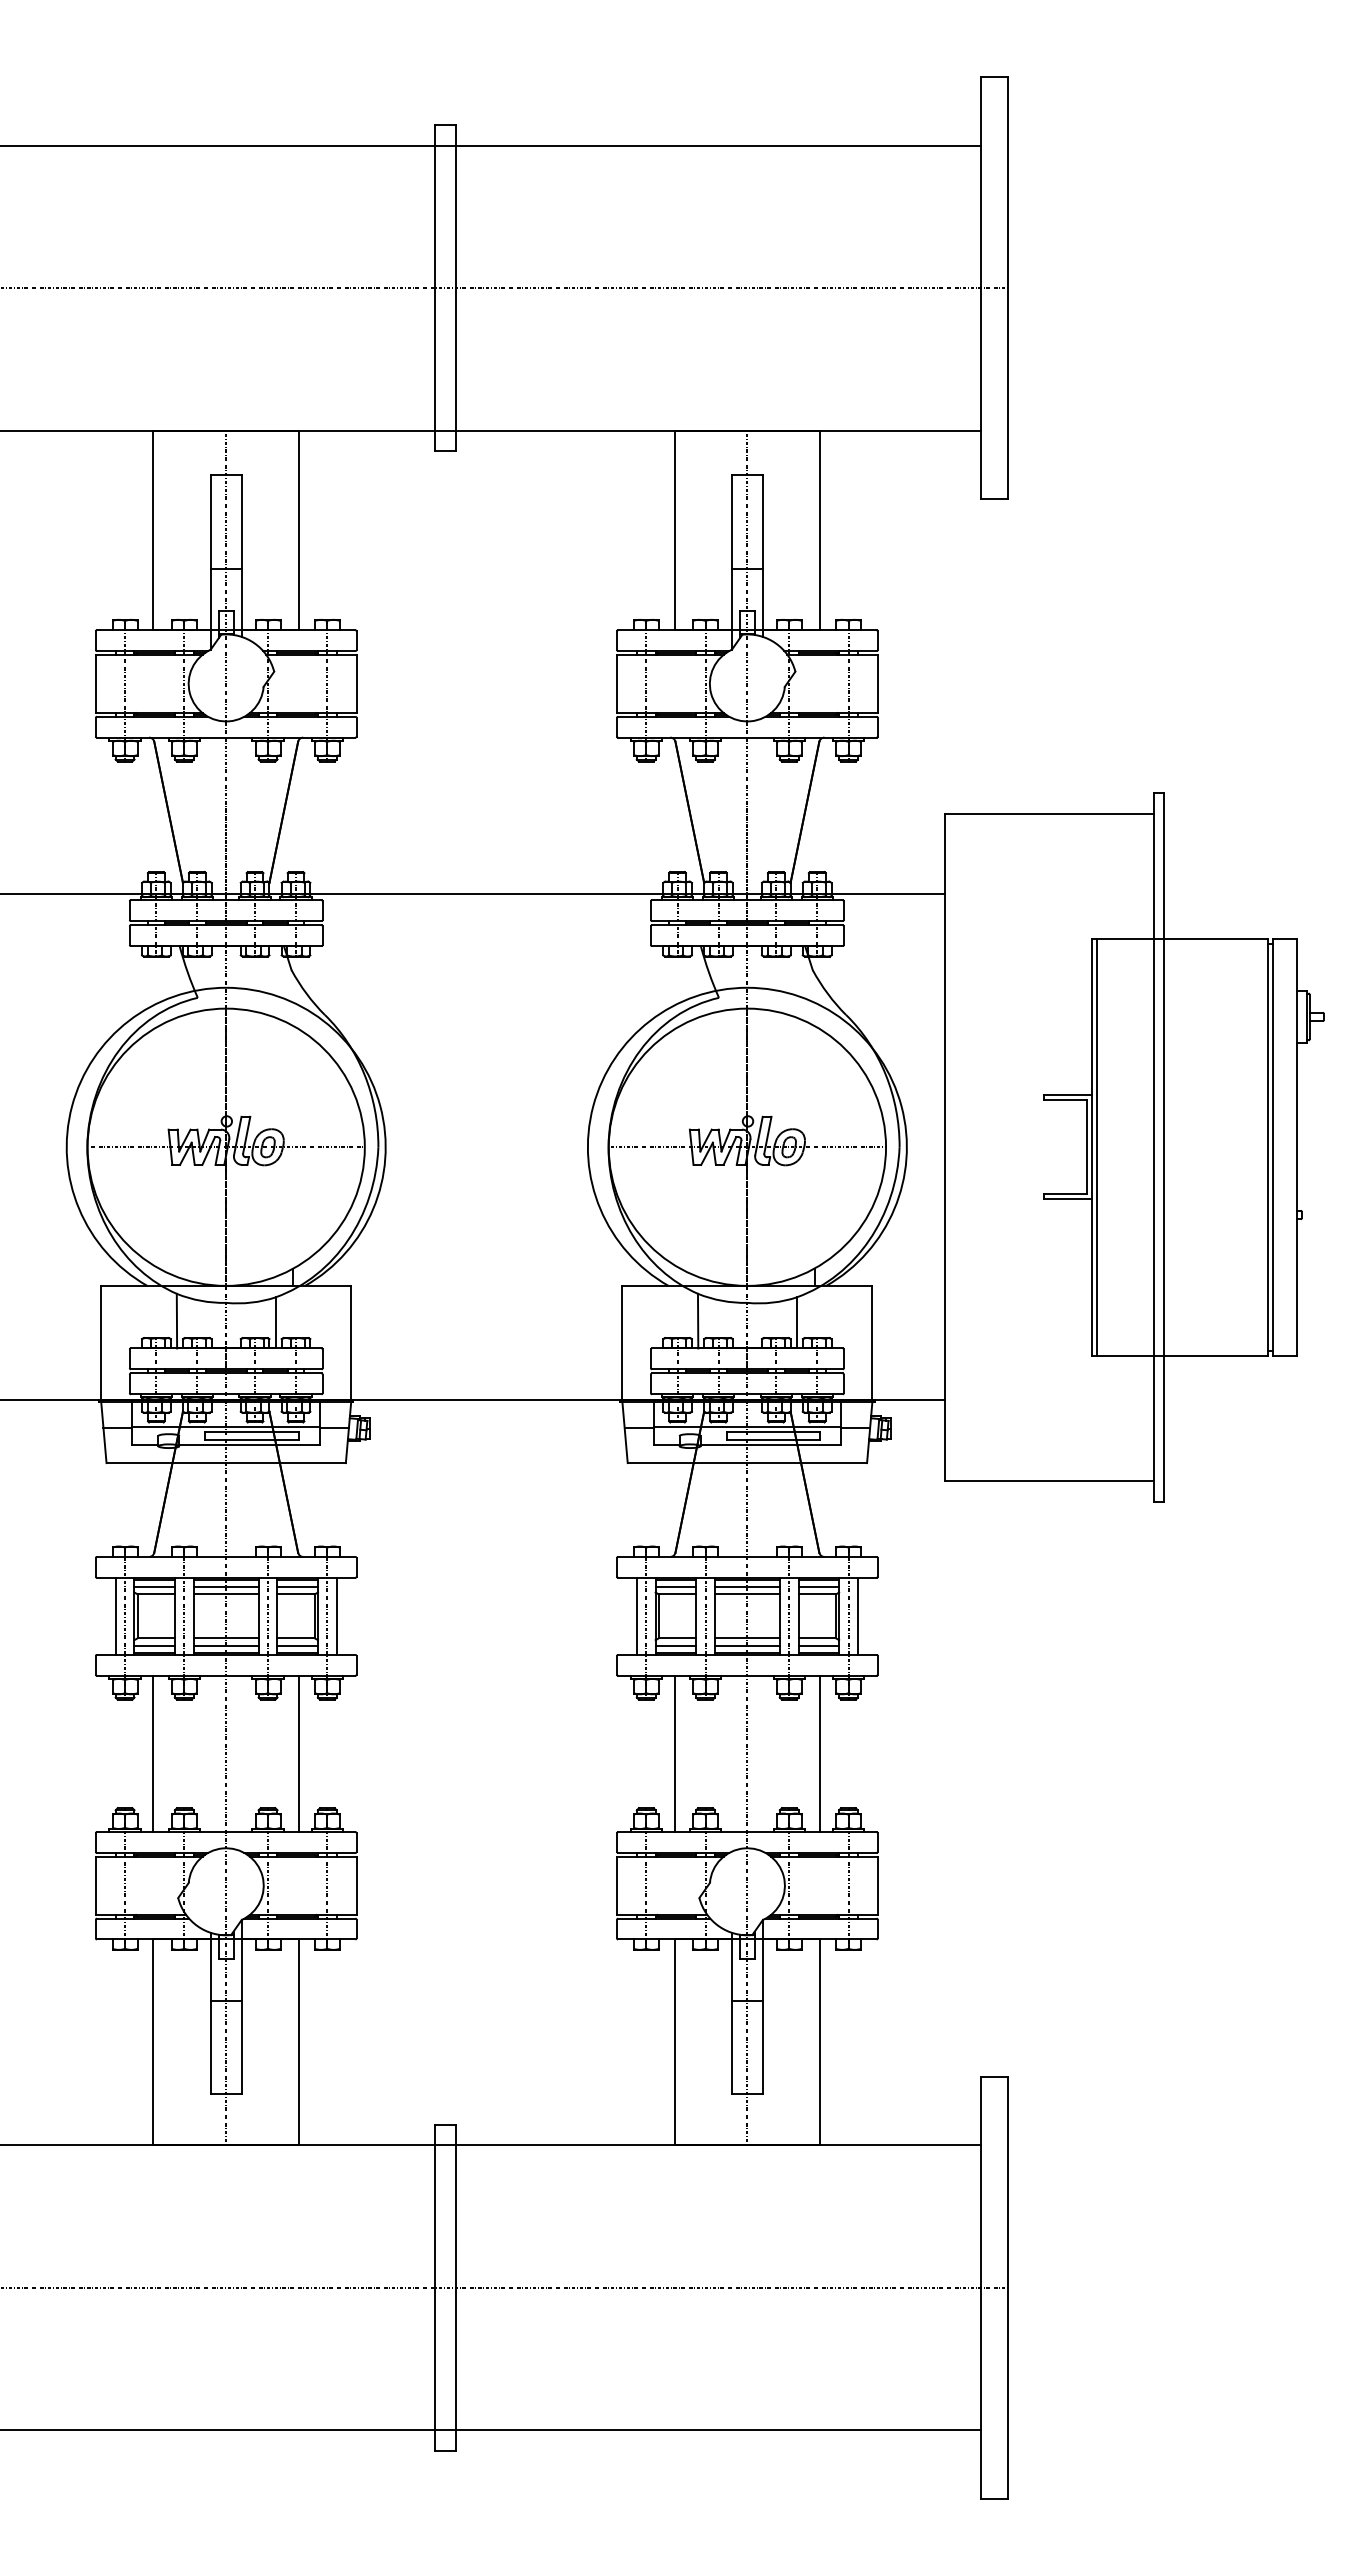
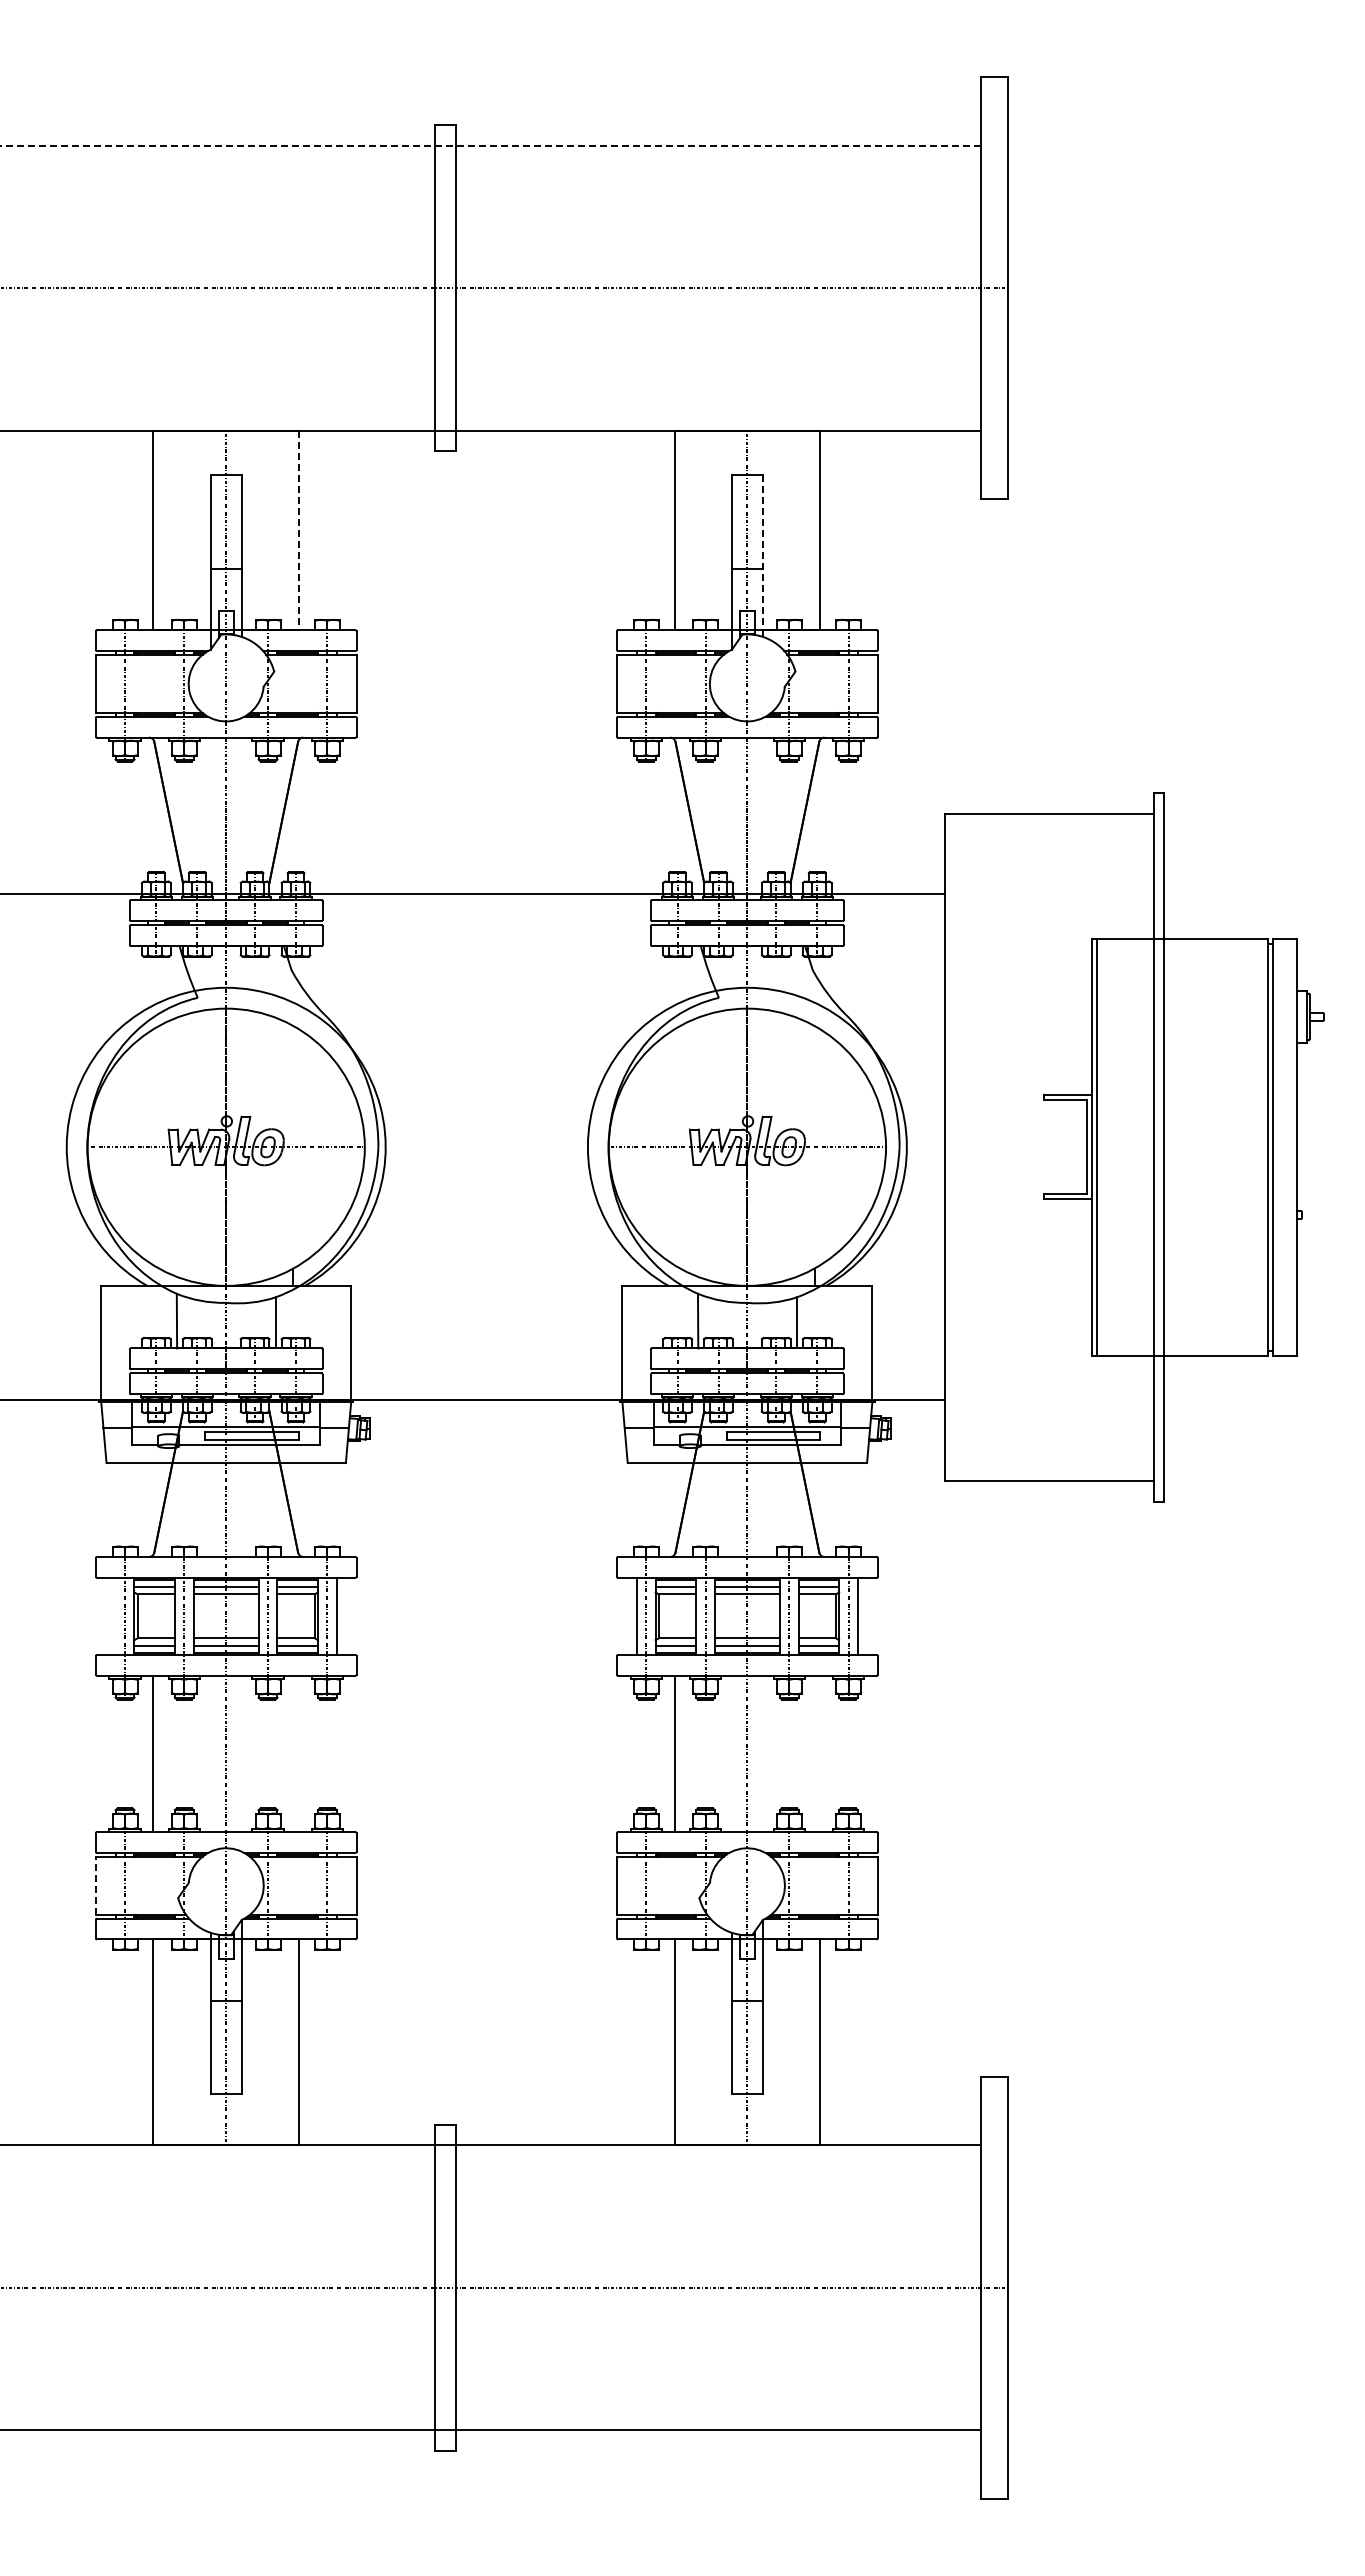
line at (491, 146): solid -> dashed
line at (299, 530): solid -> dashed
line at (763, 556): solid -> dashed
line at (115, 1615): present -> none
line at (299, 1753): present -> none
line at (820, 1753): present -> none
line at (95, 1885): solid -> dashed
